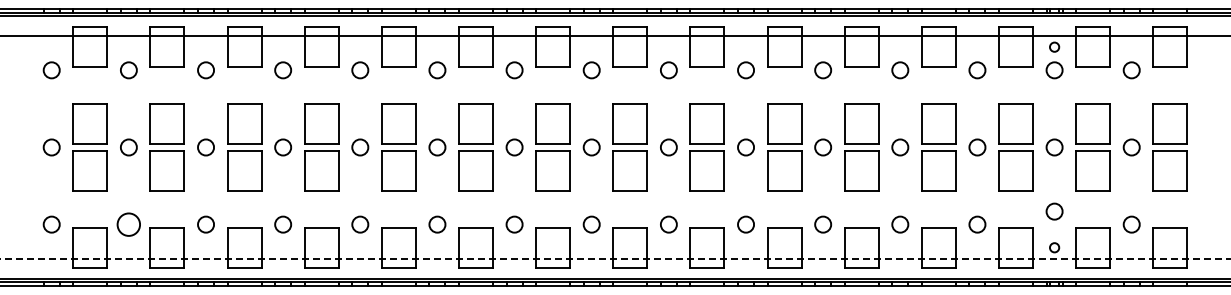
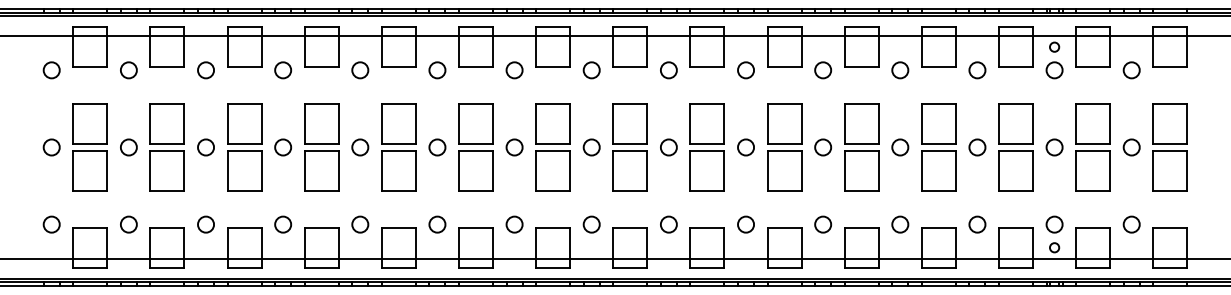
circle at (1054, 211) position: (1054, 211) -> (1054, 224)
circle at (128, 224) size: 25x25 px -> 18x19 px
line at (615, 258): dashed -> solid
